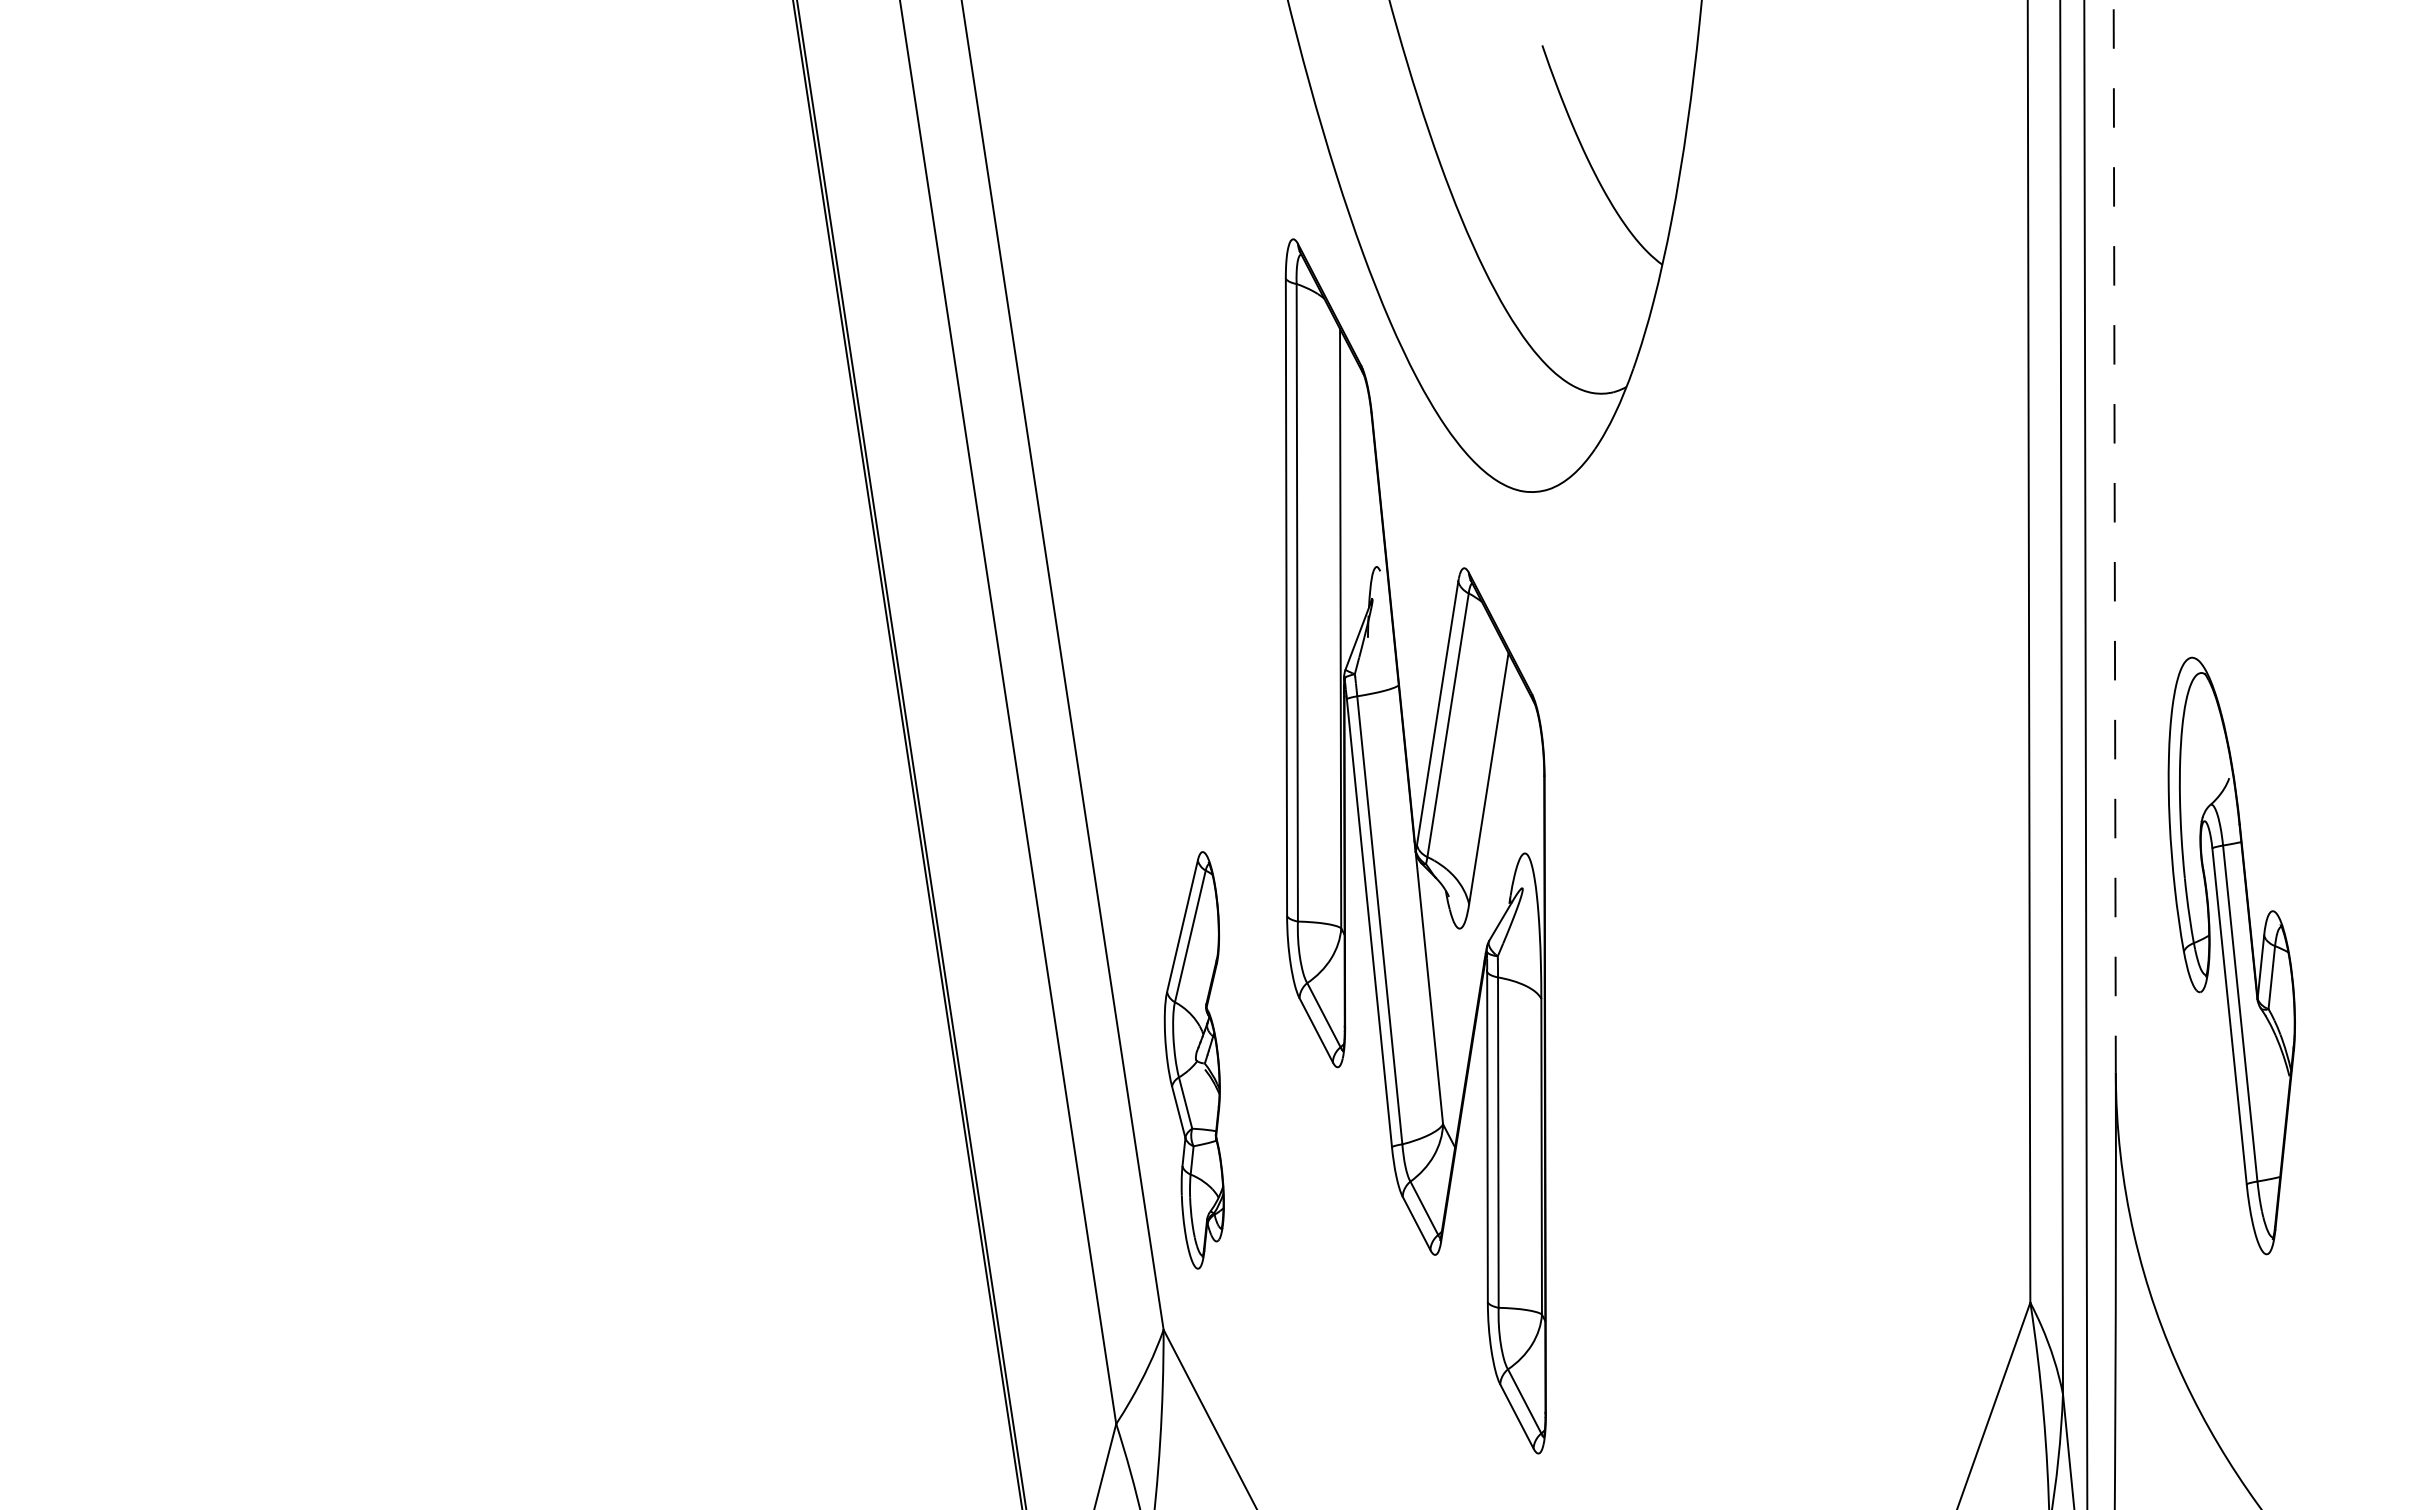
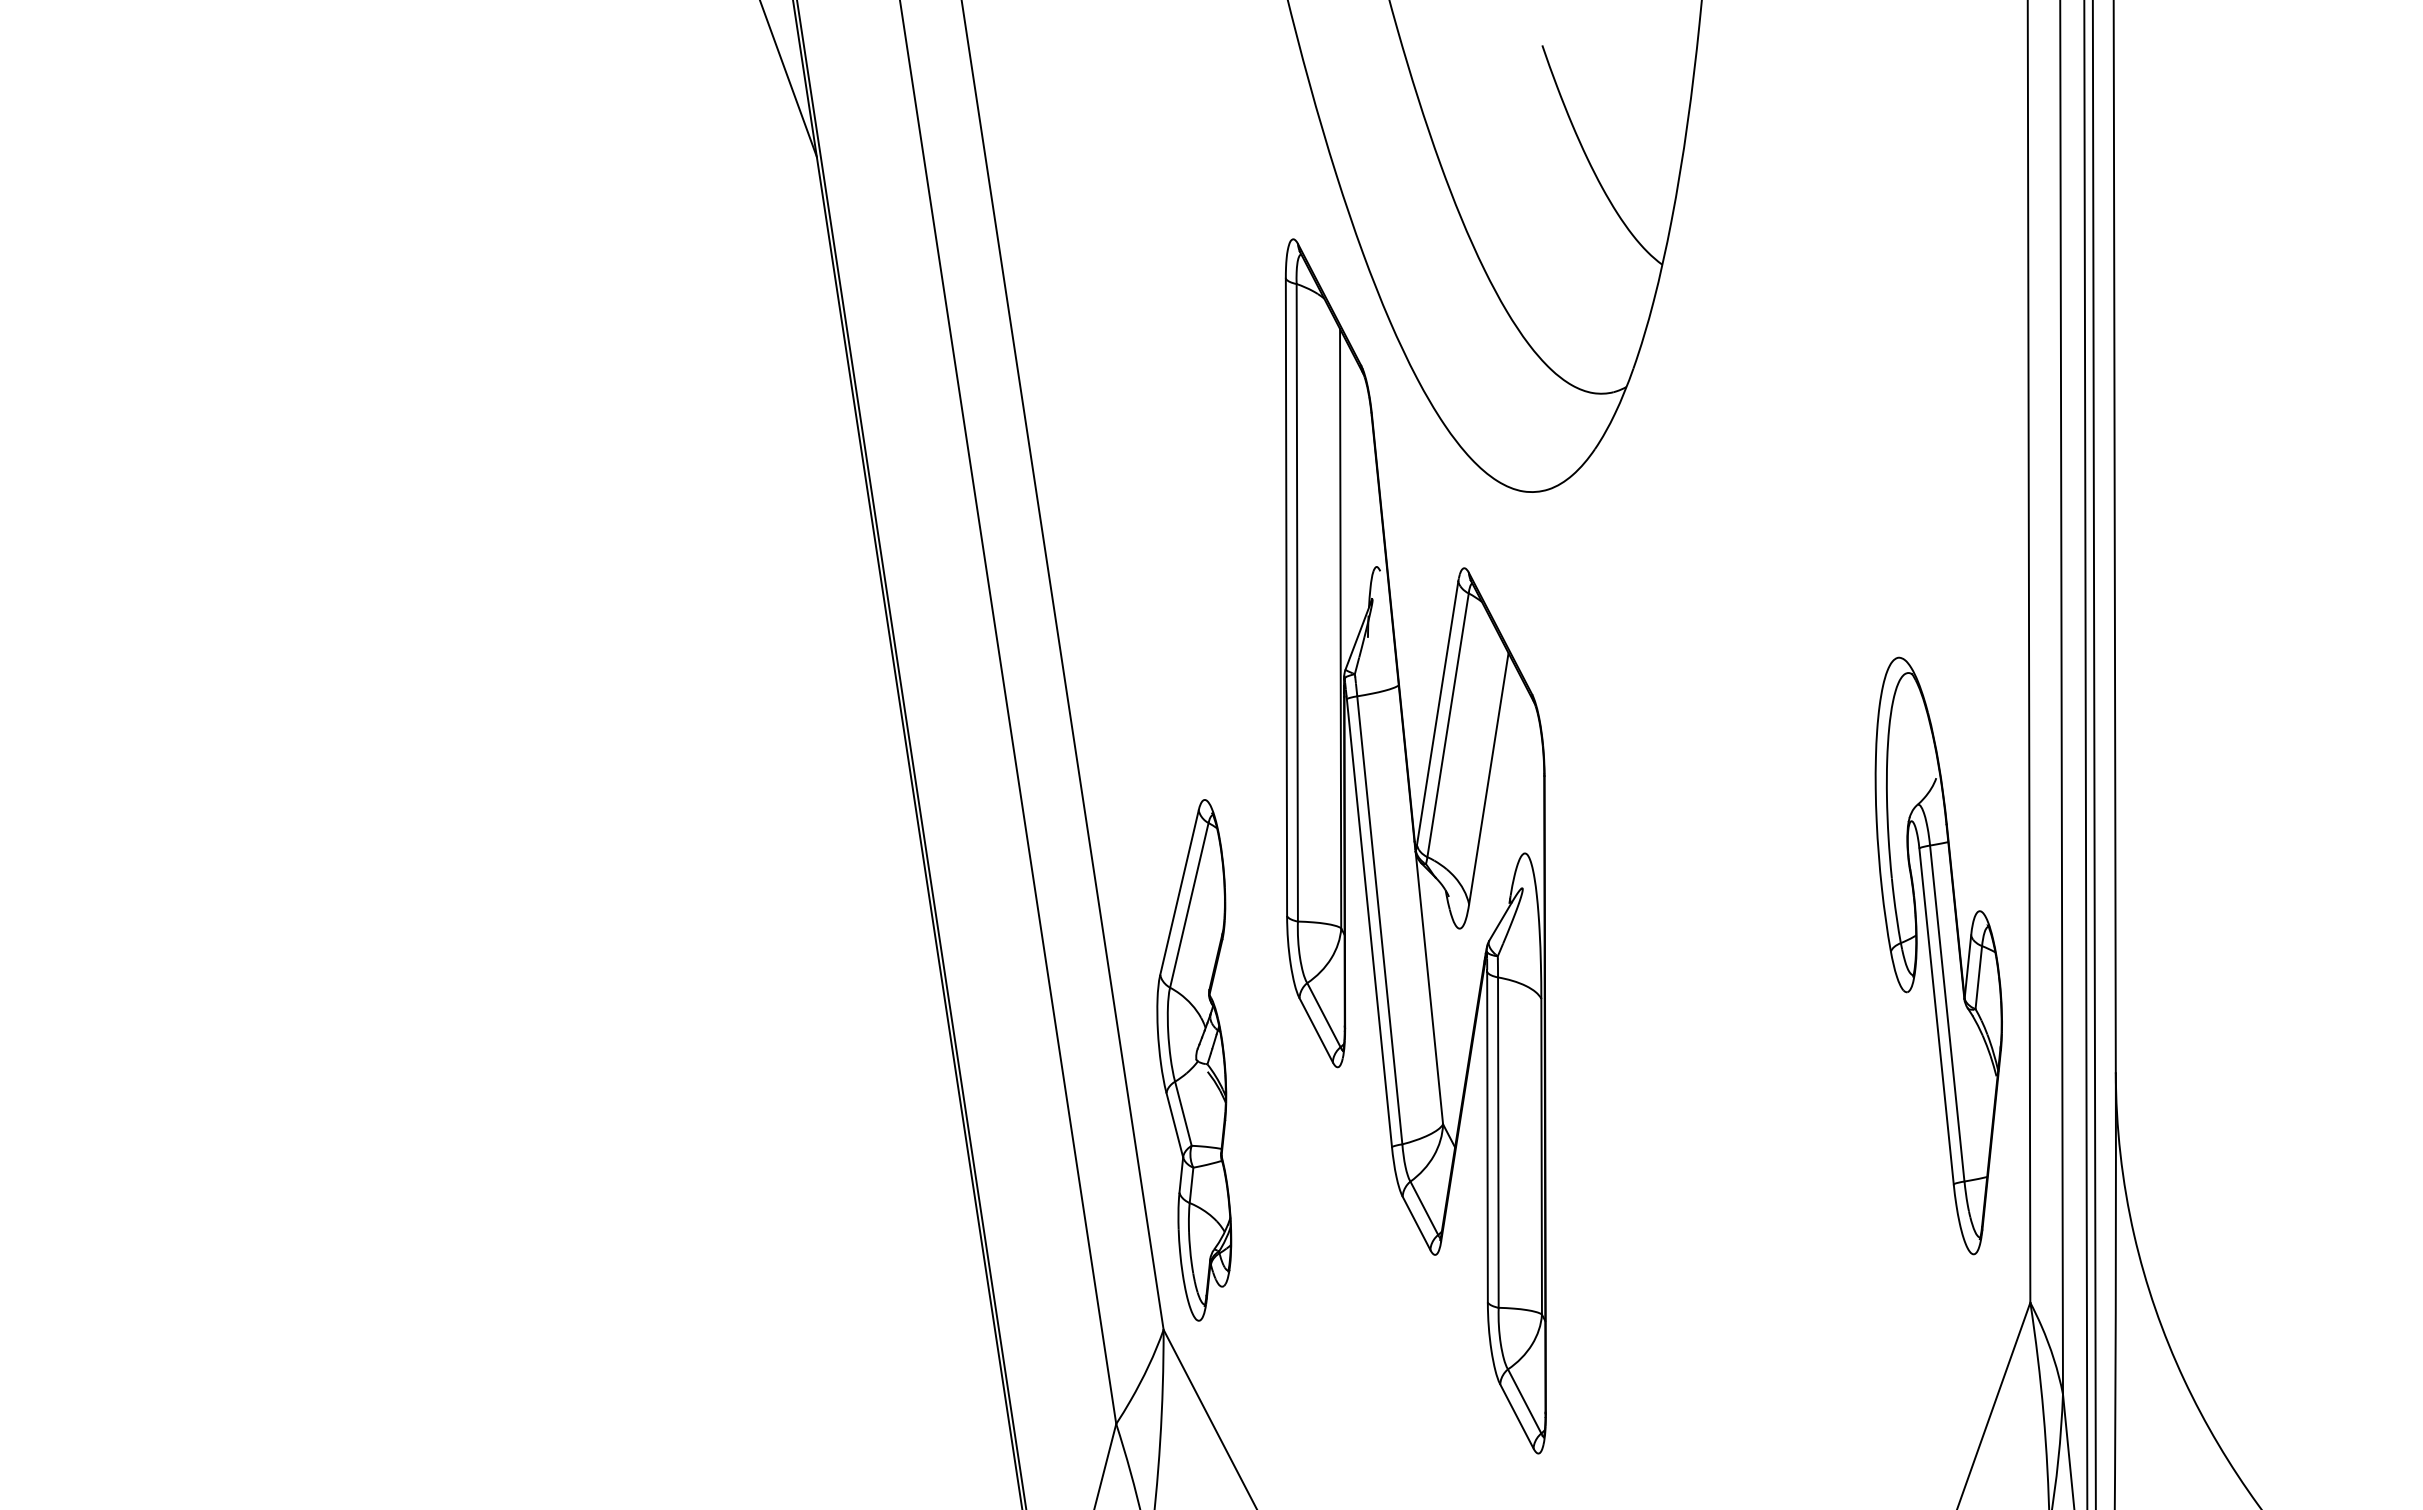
line at (788, 79): none -> present
line at (2114, 536): dashed -> solid
line at (2093, 754): none -> present
part at (2231, 955) position: (2231, 955) -> (1938, 955)
part at (1193, 1060) size: 62x419 px -> 77x523 px
